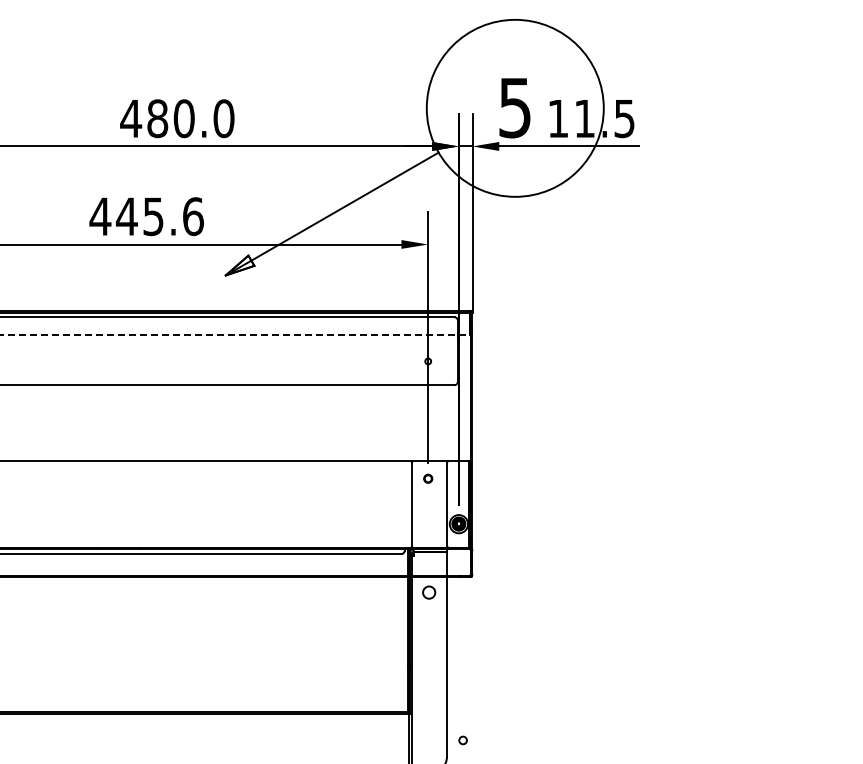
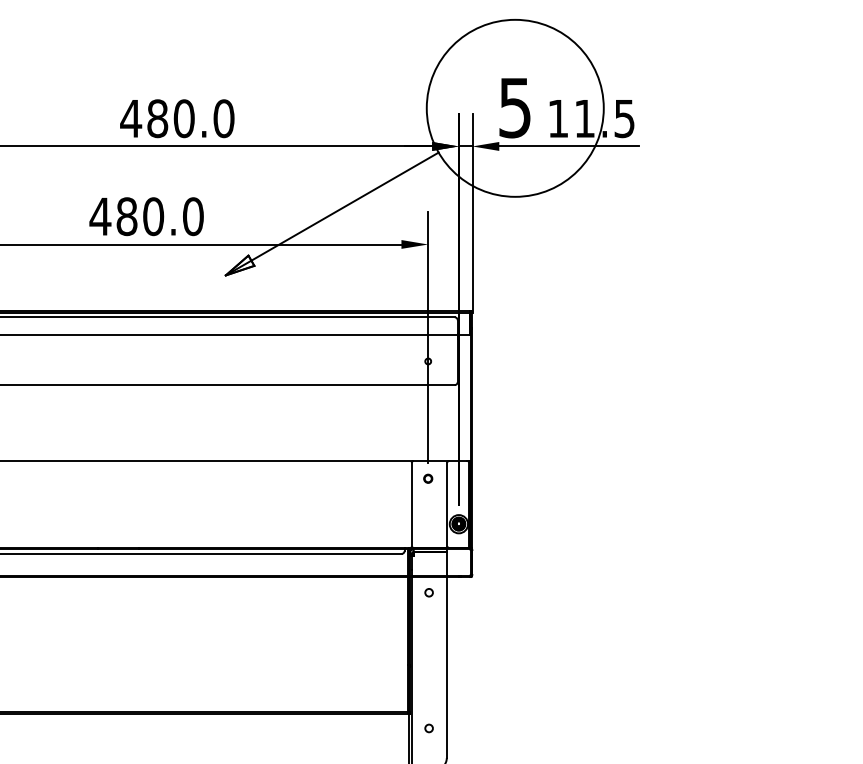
text at (159, 216): 445.6 -> 480.0
line at (235, 335): dashed -> solid
circle at (429, 592) size: 15x15 px -> 10x10 px
circle at (462, 740) position: (462, 740) -> (428, 728)
